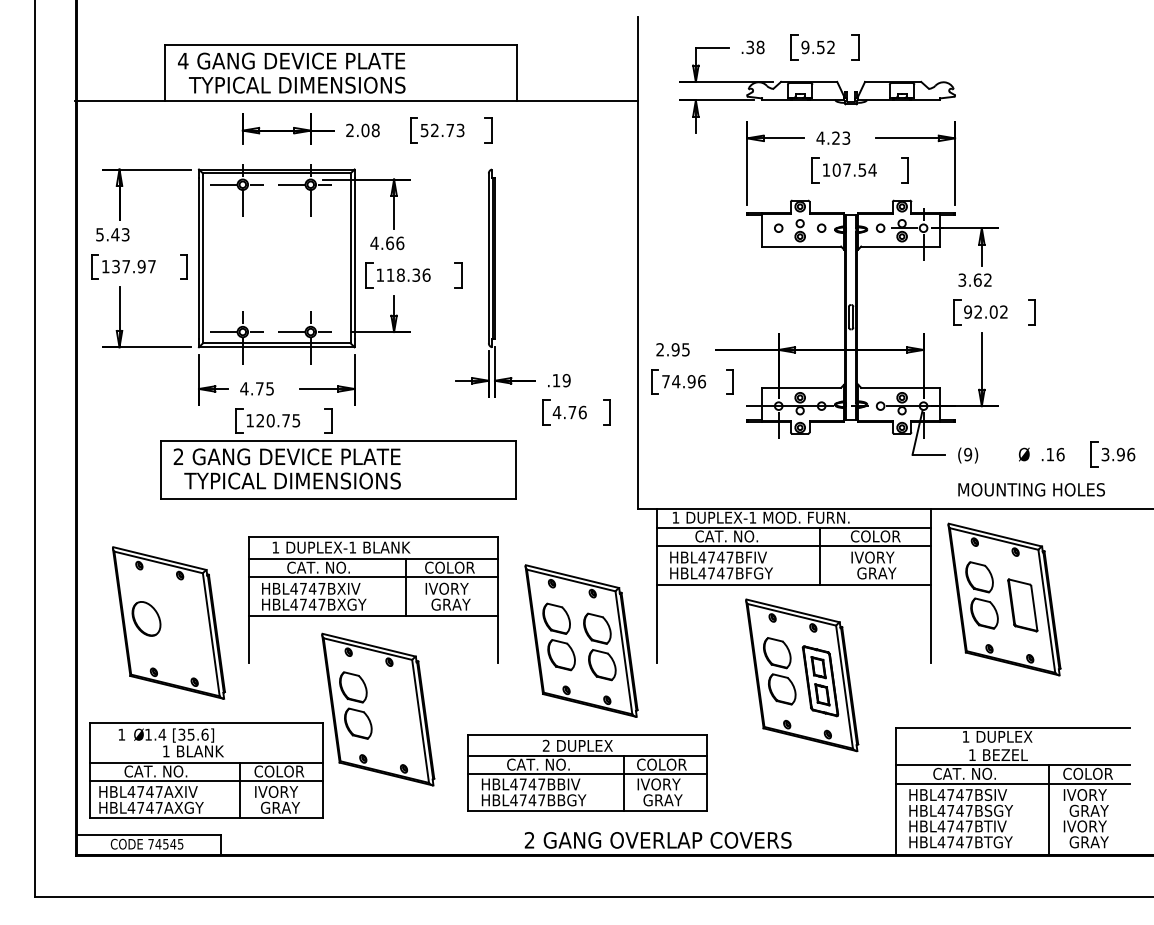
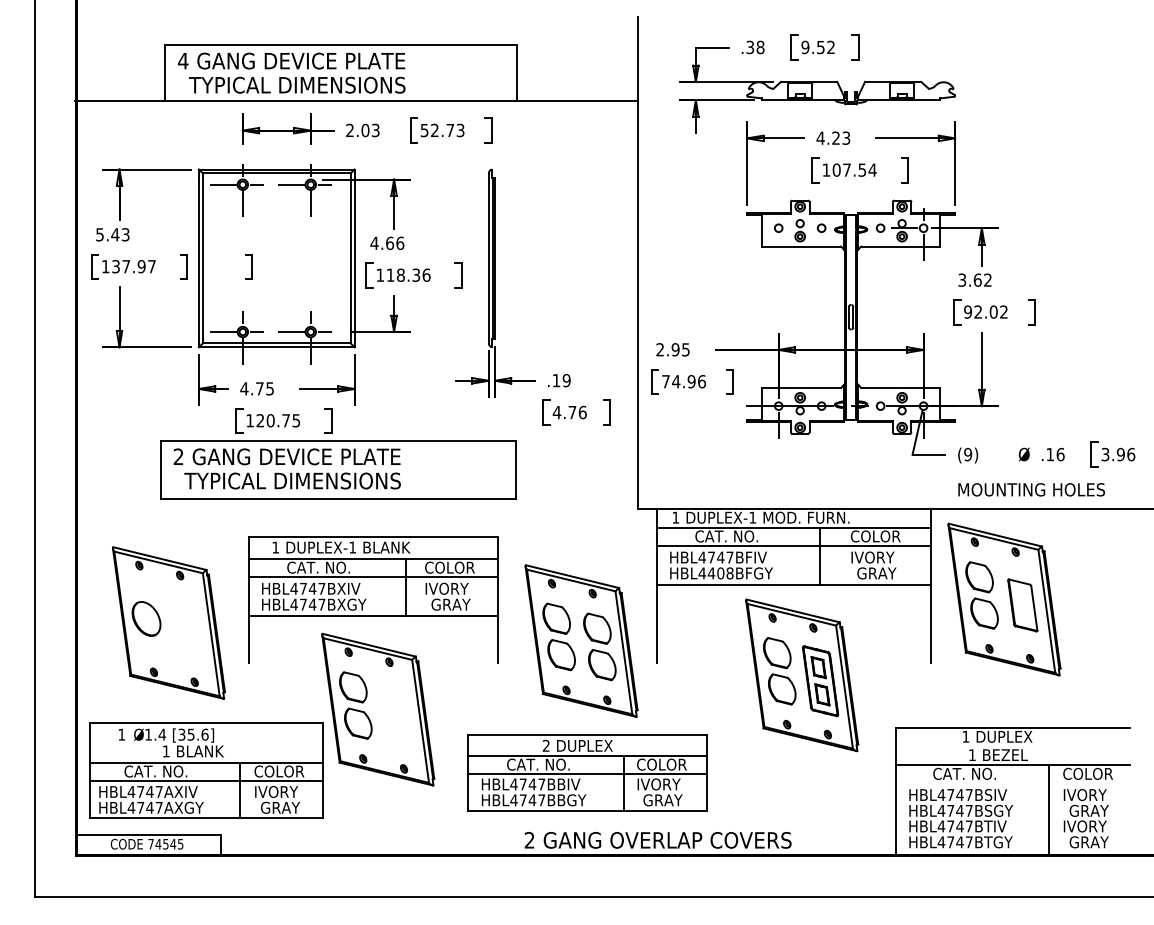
text at (375, 130): 2.08 -> 2.03
part at (248, 266): none -> present
text at (720, 573): HBL4747BFGY -> HBL4408BFGY
line at (1012, 784): present -> none
